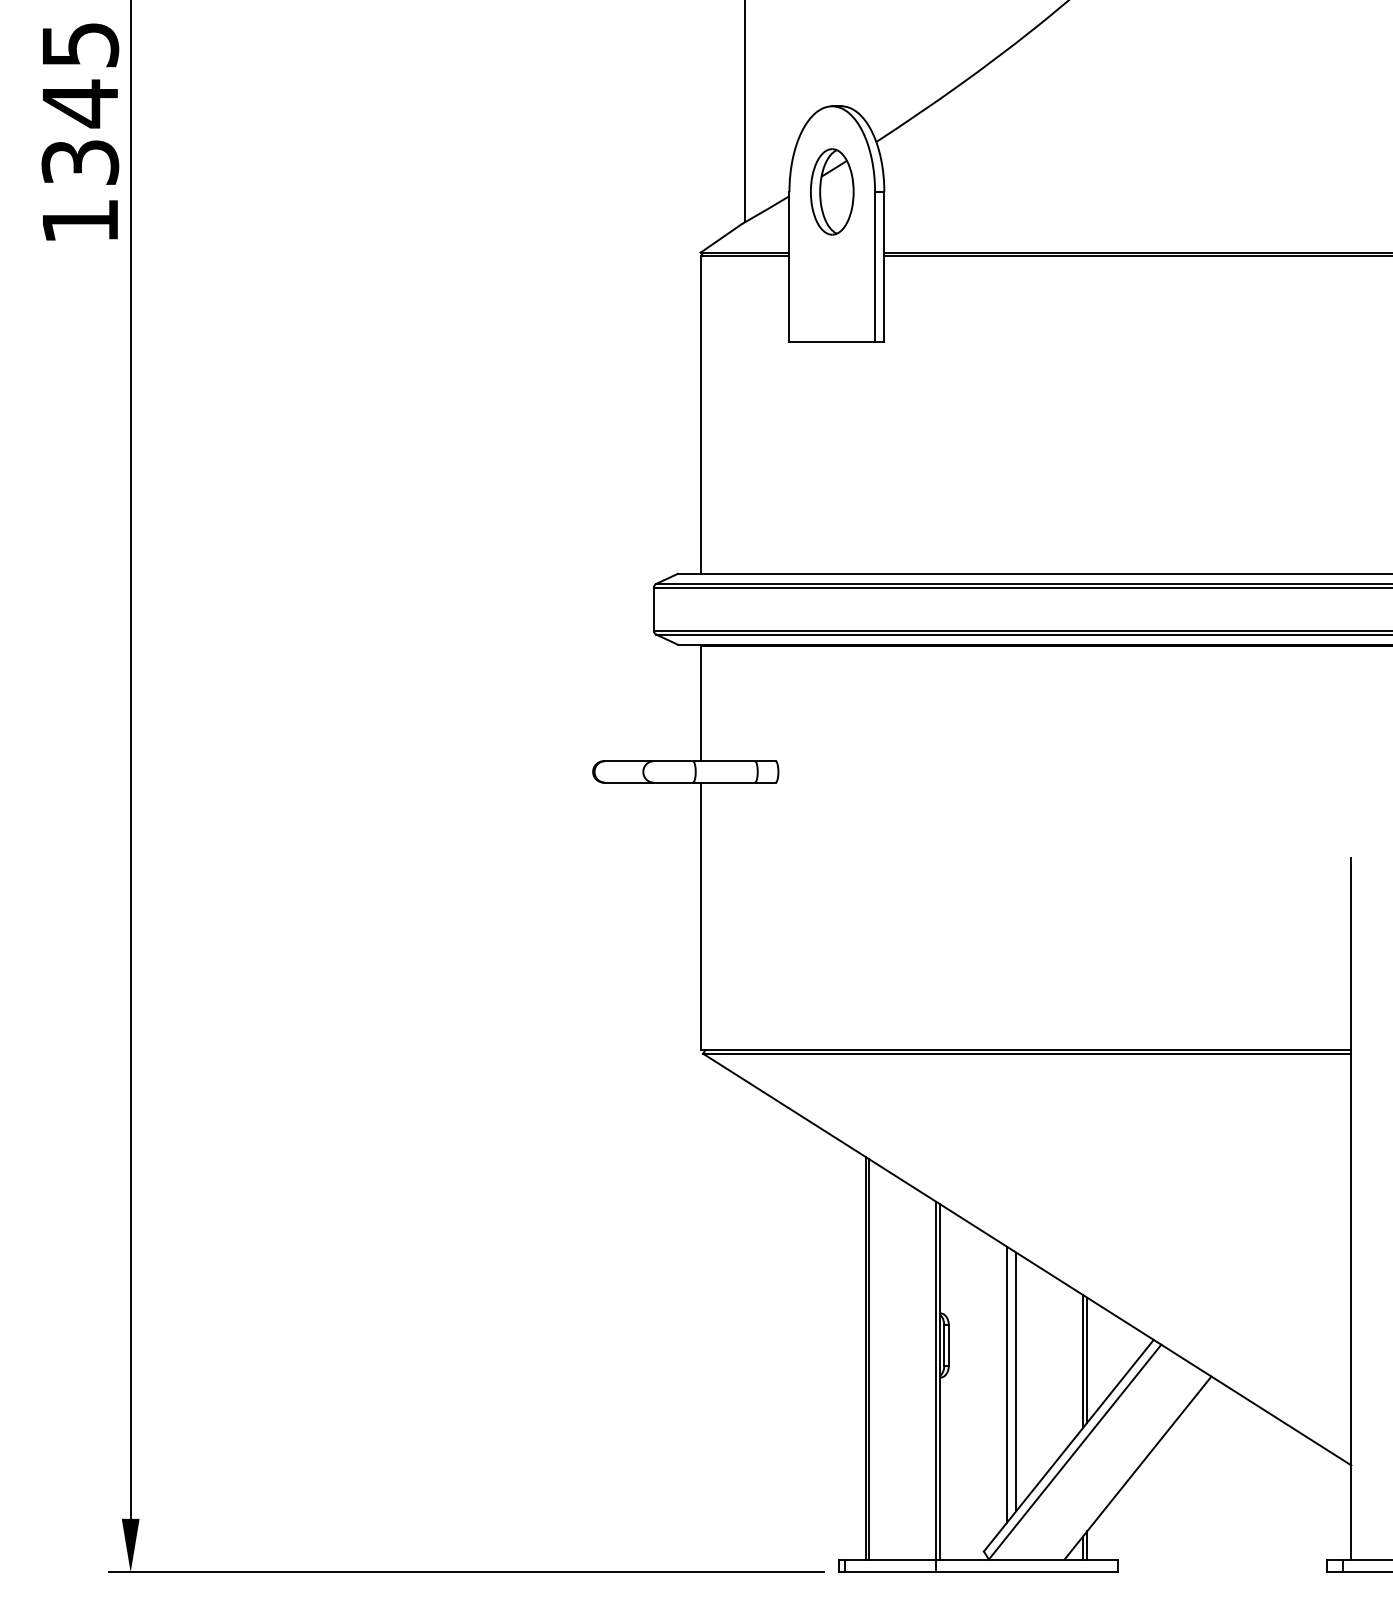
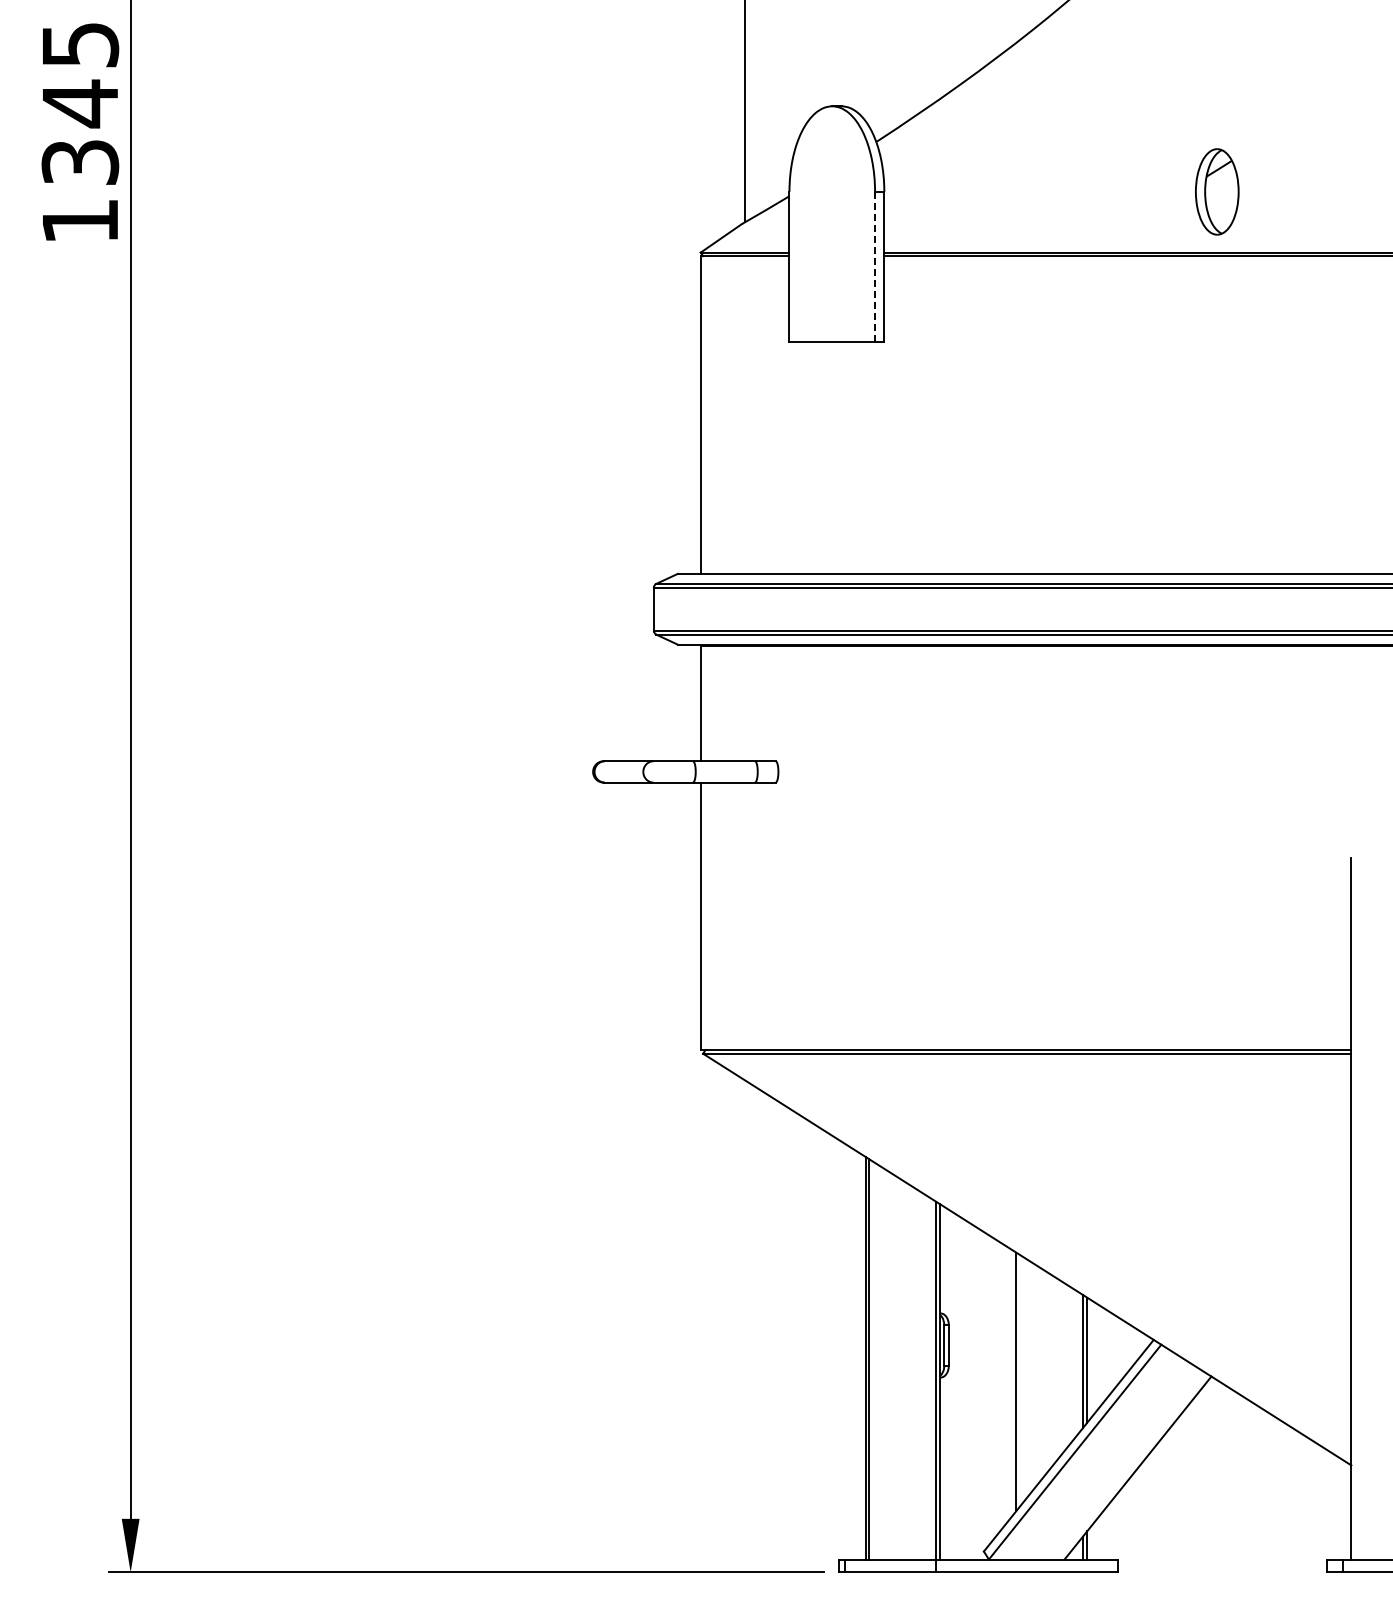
part at (832, 191) position: (832, 191) -> (1217, 191)
line at (875, 266): solid -> dashed
line at (1007, 1384): present -> none
